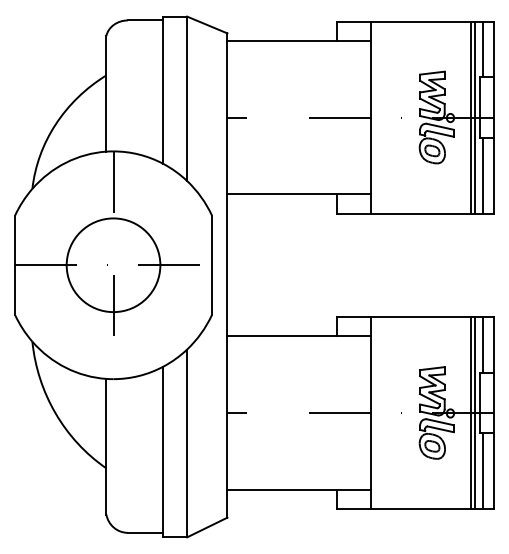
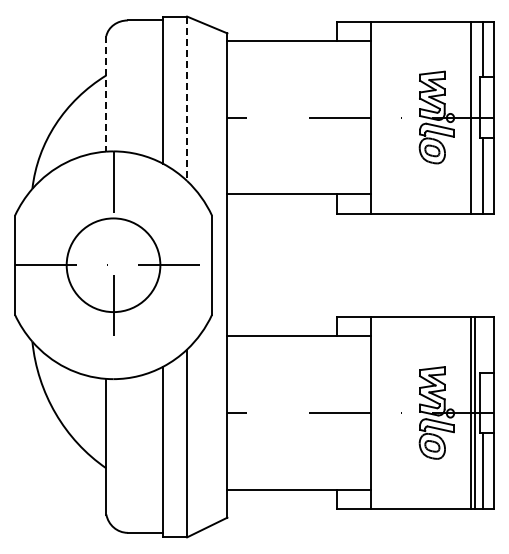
line at (106, 93): solid -> dashed
line at (187, 99): solid -> dashed
line at (475, 117): present -> none
line at (483, 344): present -> none
